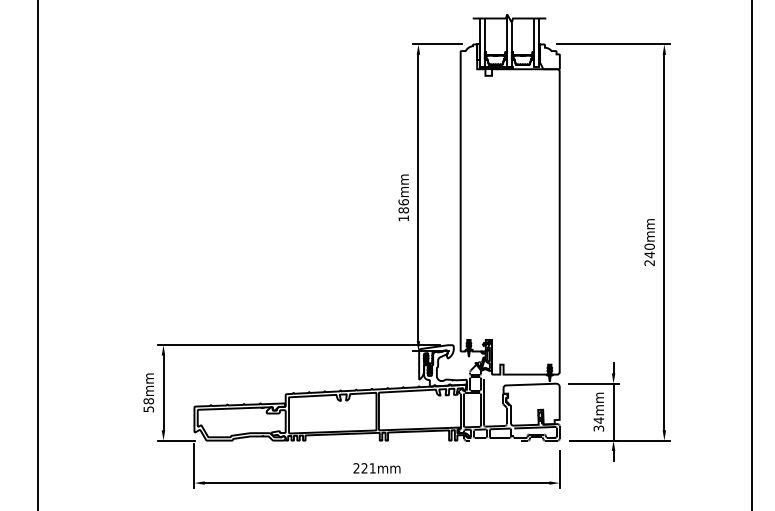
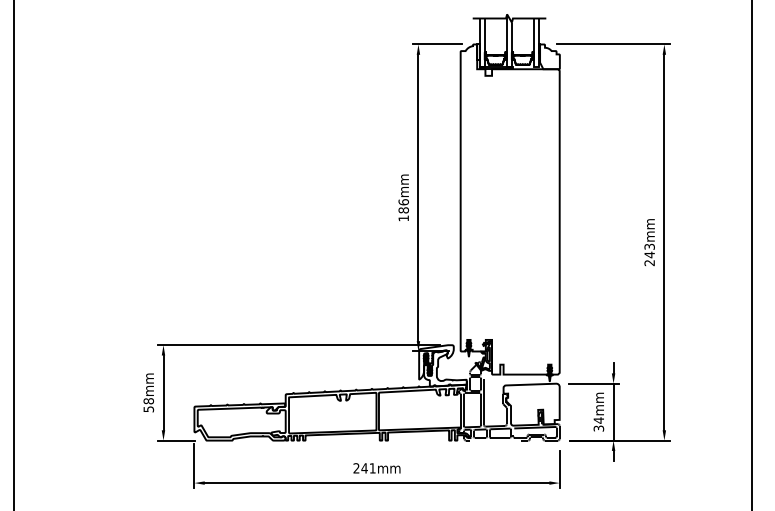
text at (649, 246): 240mm -> 243mm
line at (37, 254) position: (37, 254) -> (13, 254)
text at (364, 468): 221mm -> 241mm
